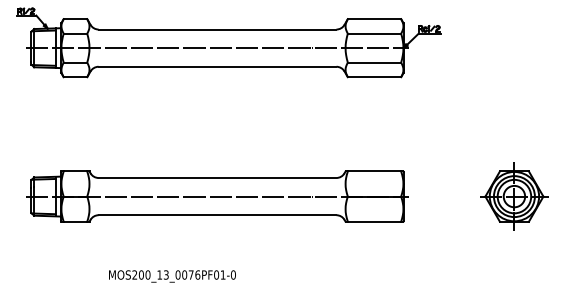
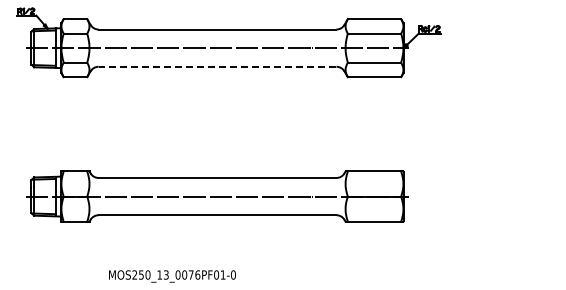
line at (217, 66): solid -> dashed
part at (514, 196): present -> none
text at (141, 274): MOS200_13_0076PF01-0 -> MOS250_13_0076PF01-0
